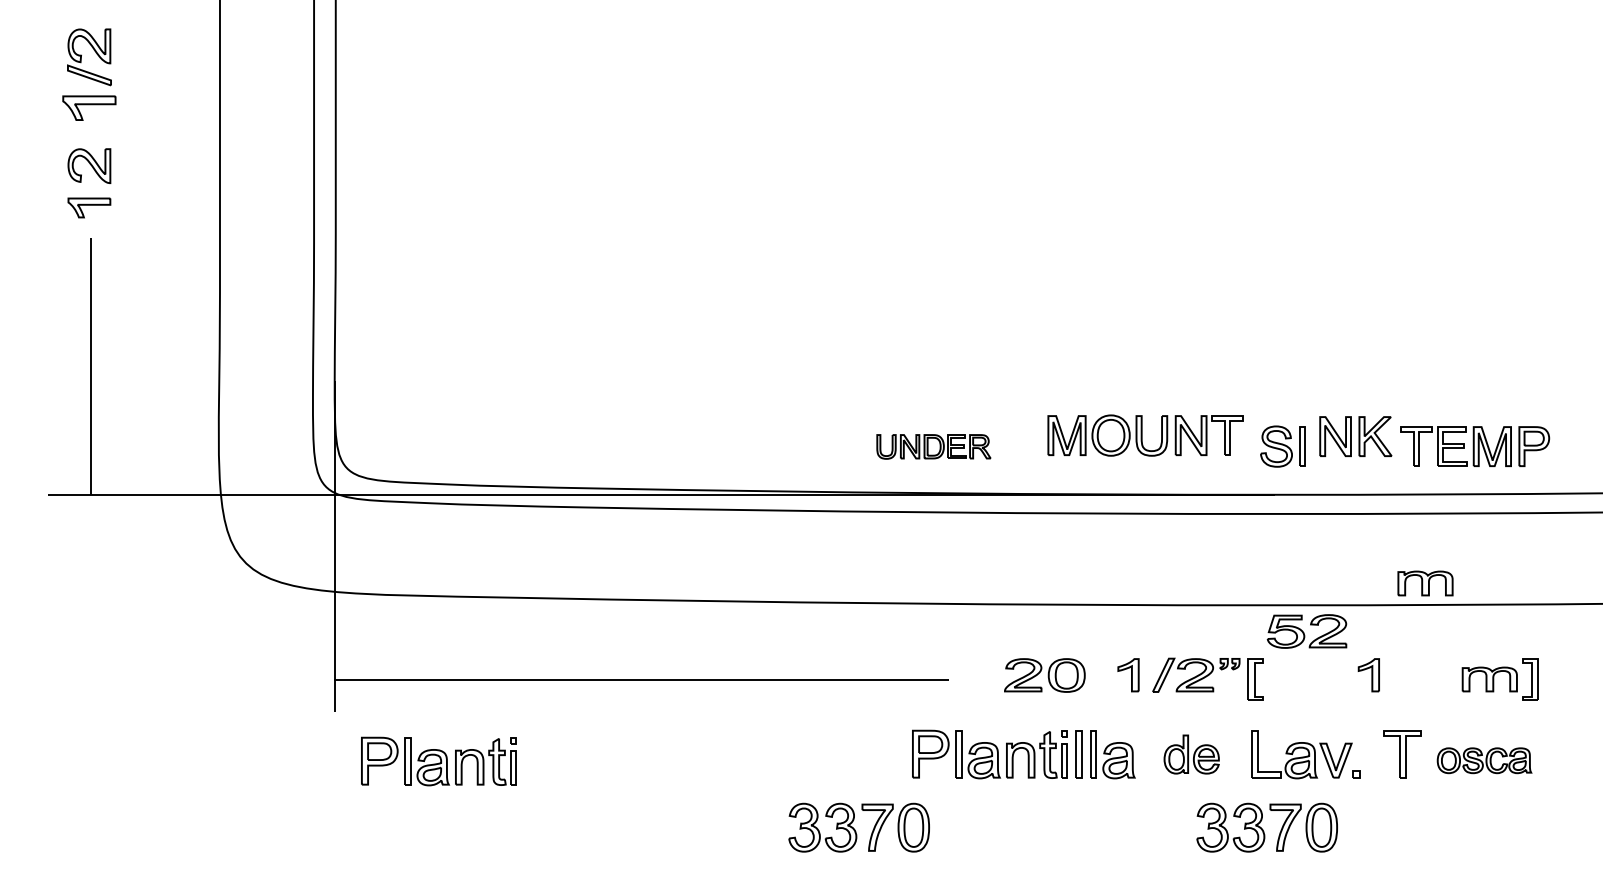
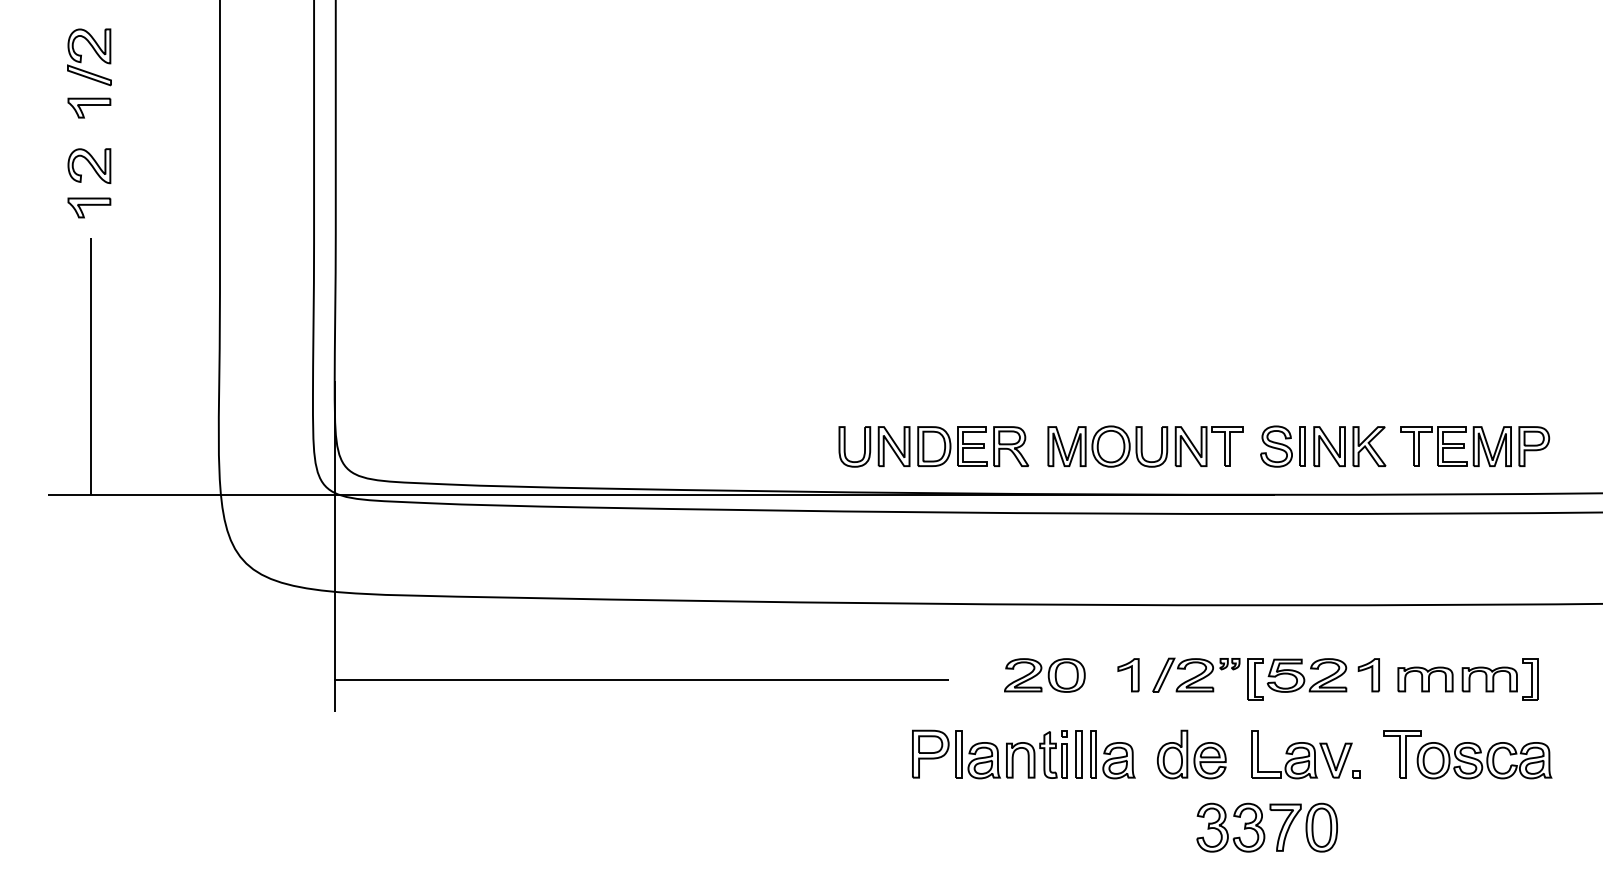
part at (89, 107) size: 55x26 px -> 45x22 px
part at (1145, 435) position: (1145, 435) -> (1145, 446)
part at (1355, 436) position: (1355, 436) -> (1349, 446)
part at (933, 446) size: 116x26 px -> 192x42 px
part at (1425, 583) position: (1425, 583) -> (1425, 679)
part at (1306, 631) position: (1306, 631) -> (1306, 675)
part at (1191, 754) size: 57x41 px -> 71x51 px
part at (1484, 760) size: 97x28 px -> 137x38 px
part at (438, 761): present -> none
part at (858, 827): present -> none
